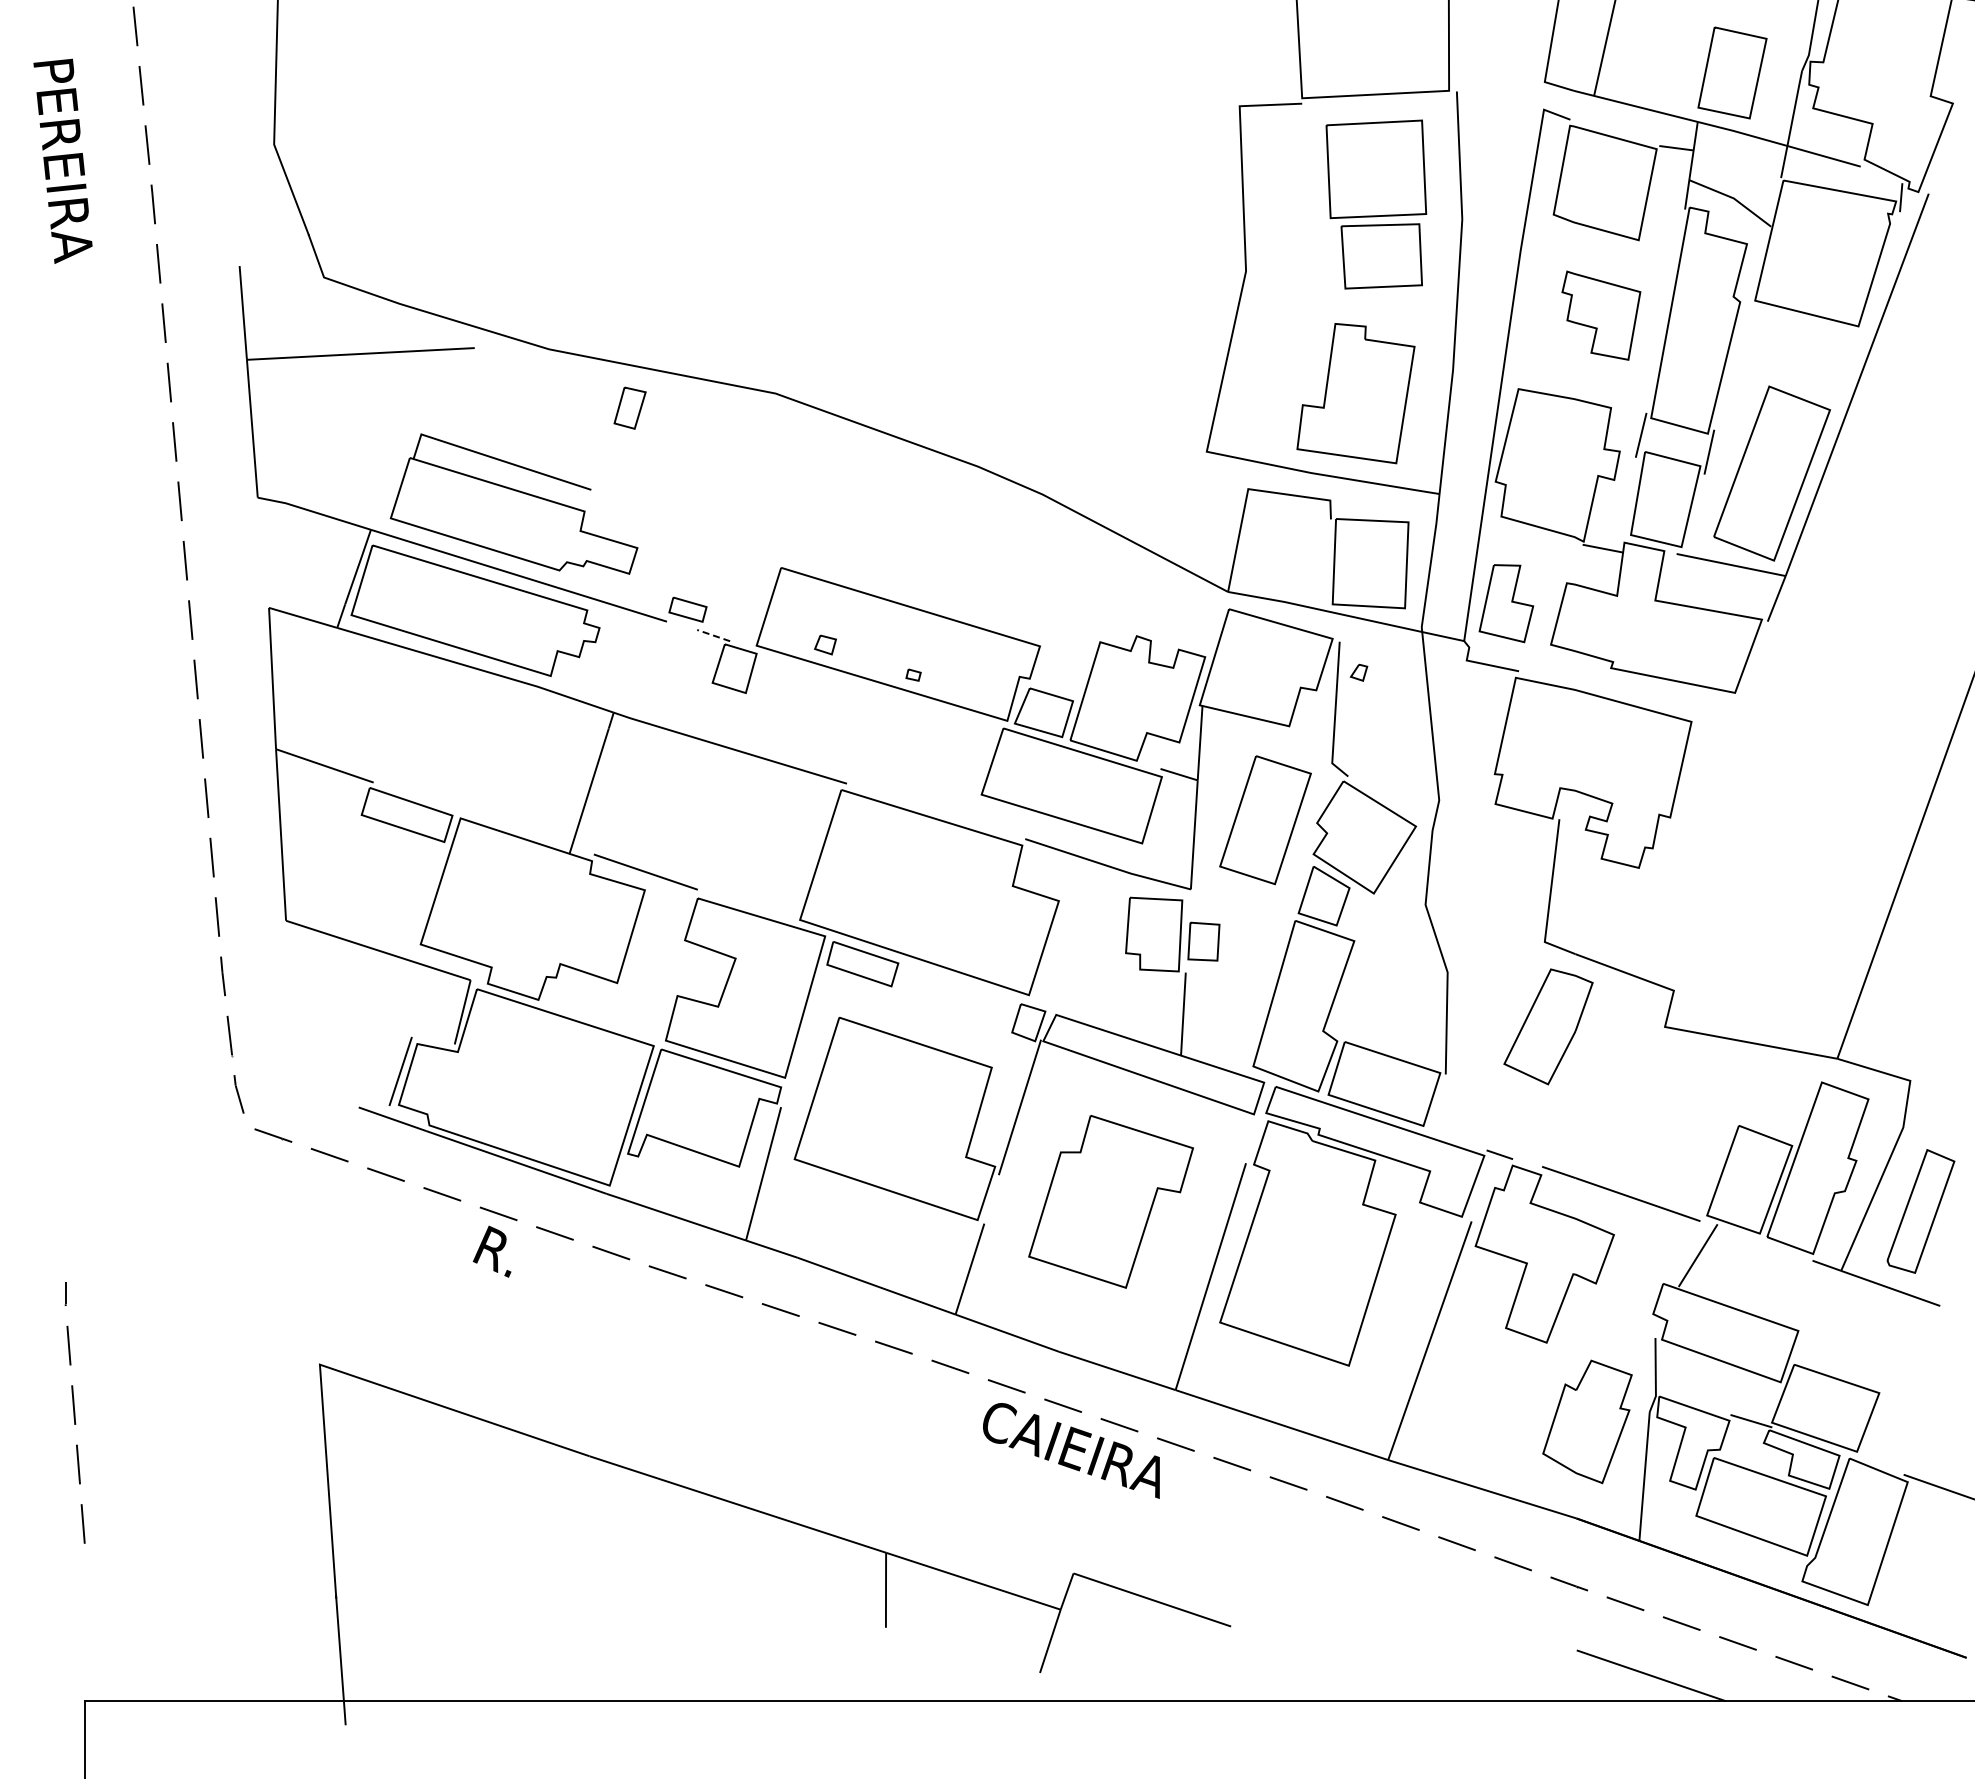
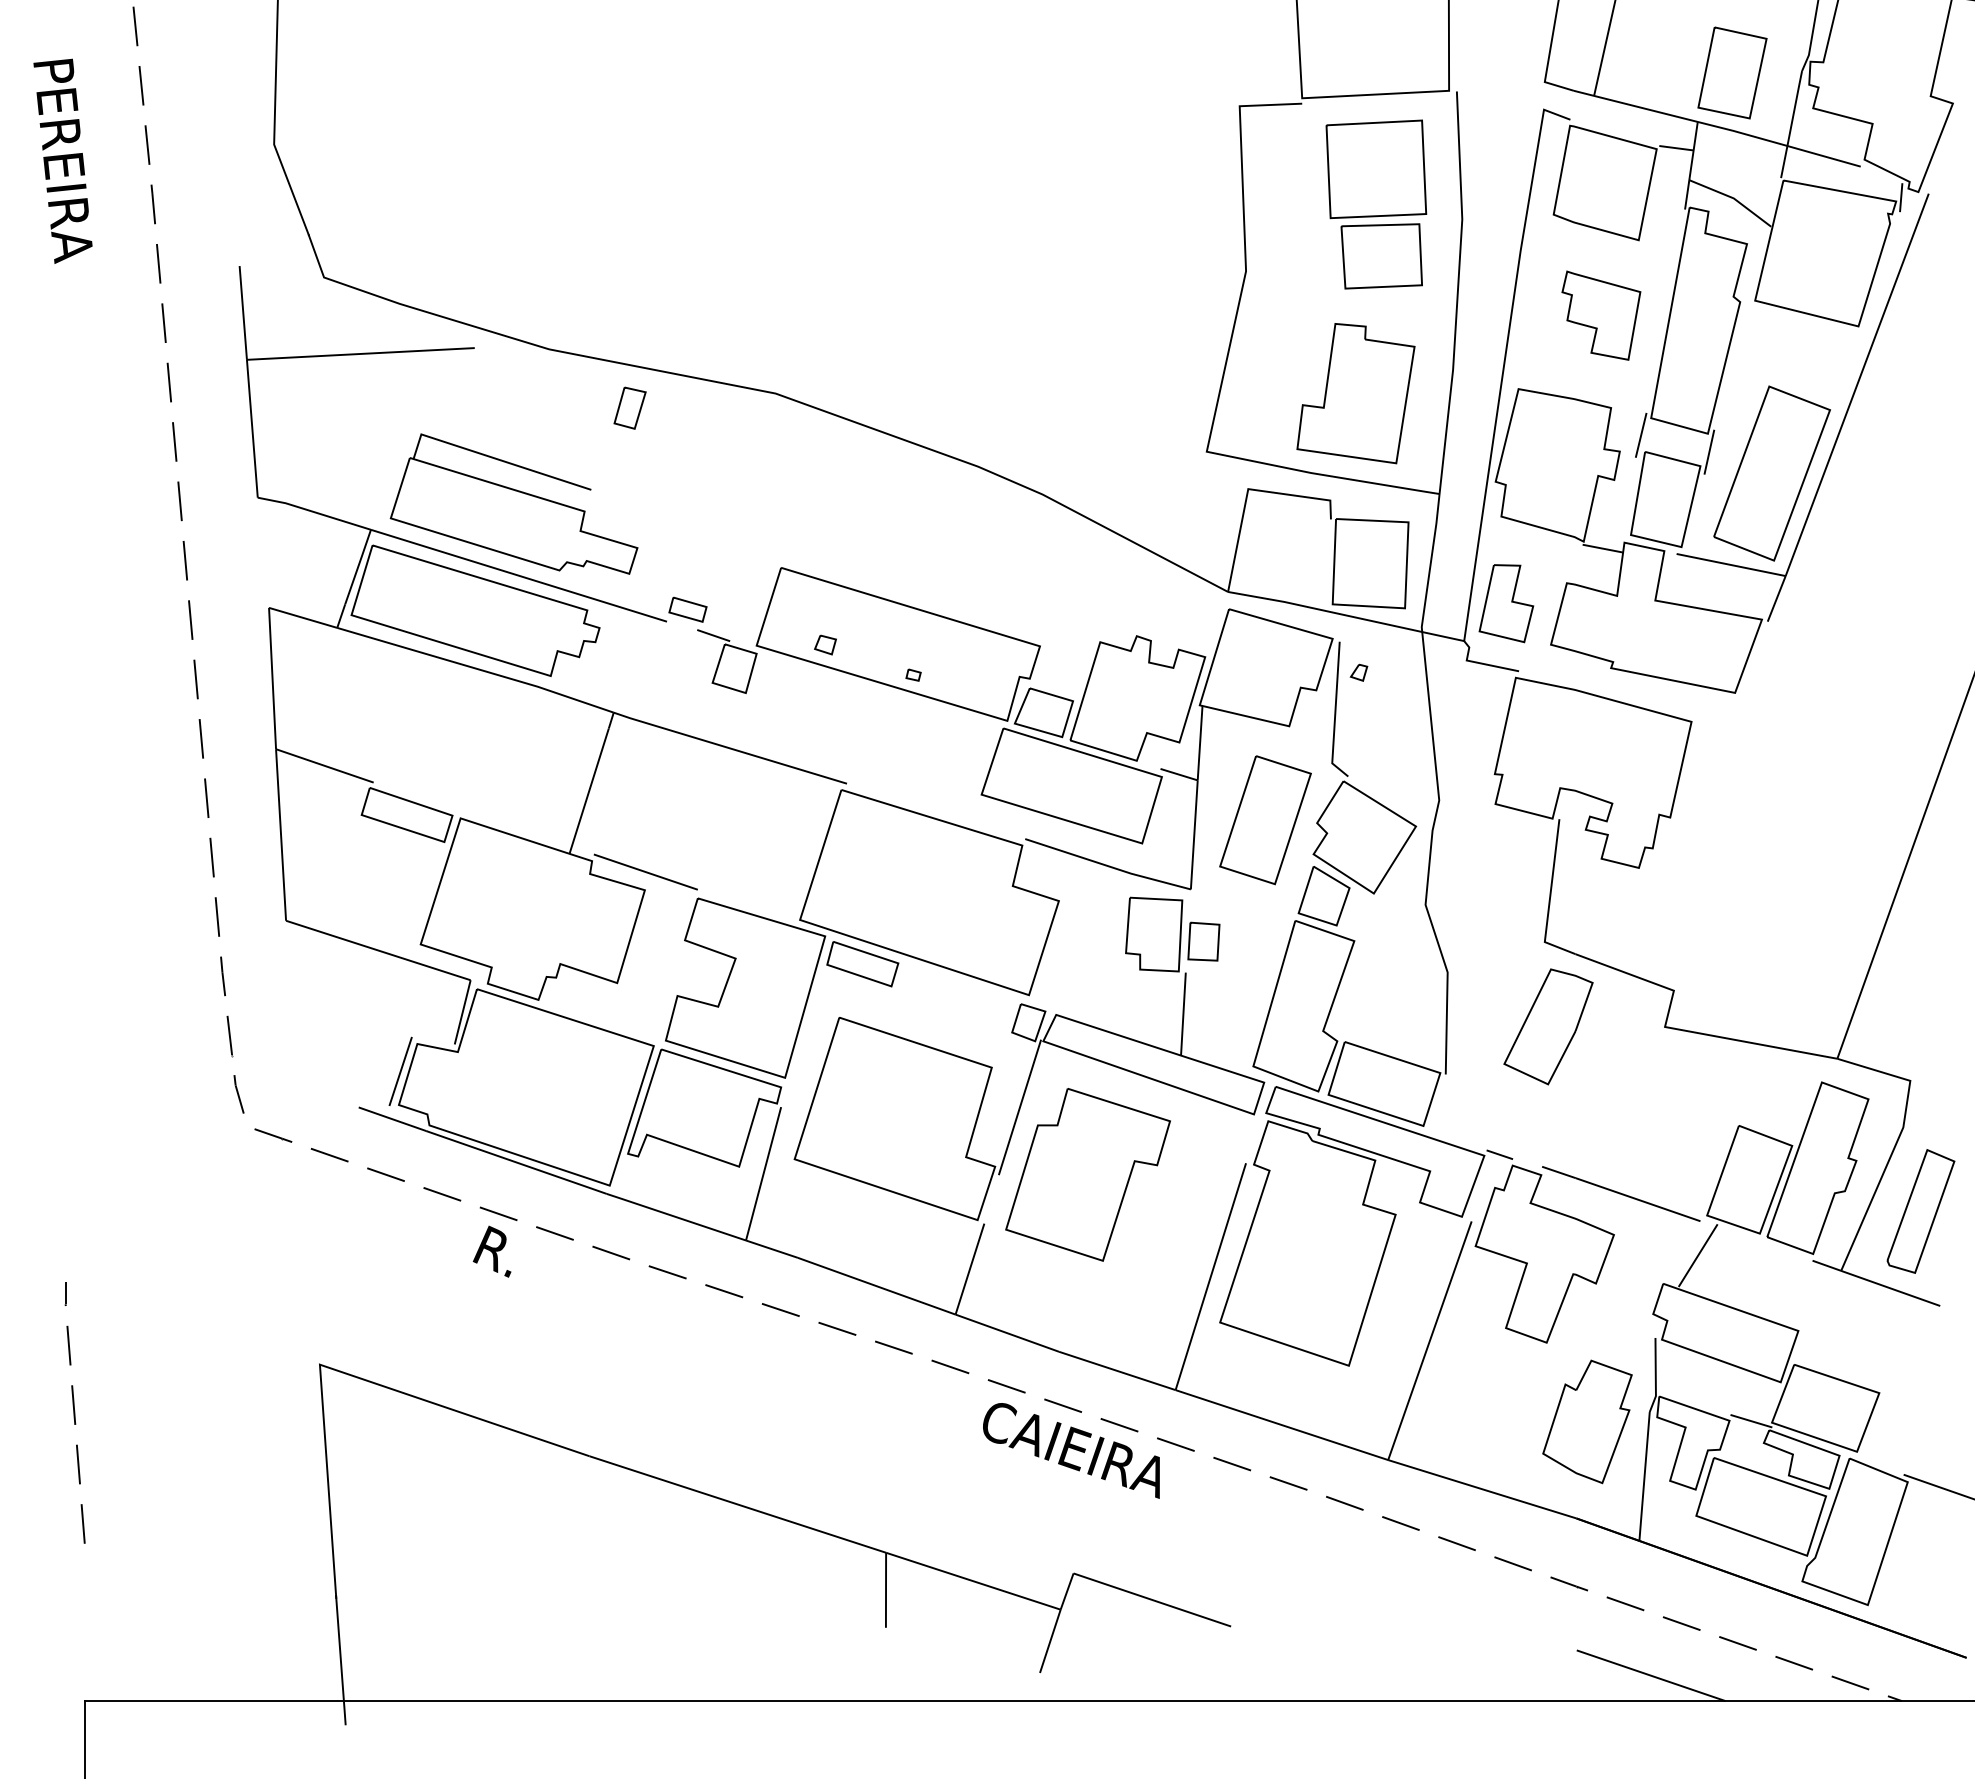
line at (713, 635): dashed -> solid
part at (1110, 1201) position: (1110, 1201) -> (1087, 1174)
